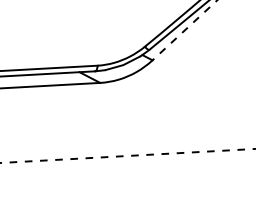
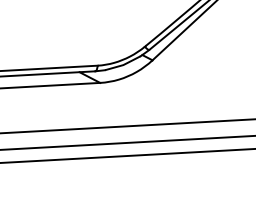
line at (184, 30): dashed -> solid
line at (127, 126): none -> present
line at (127, 142): none -> present
line at (128, 155): dashed -> solid
